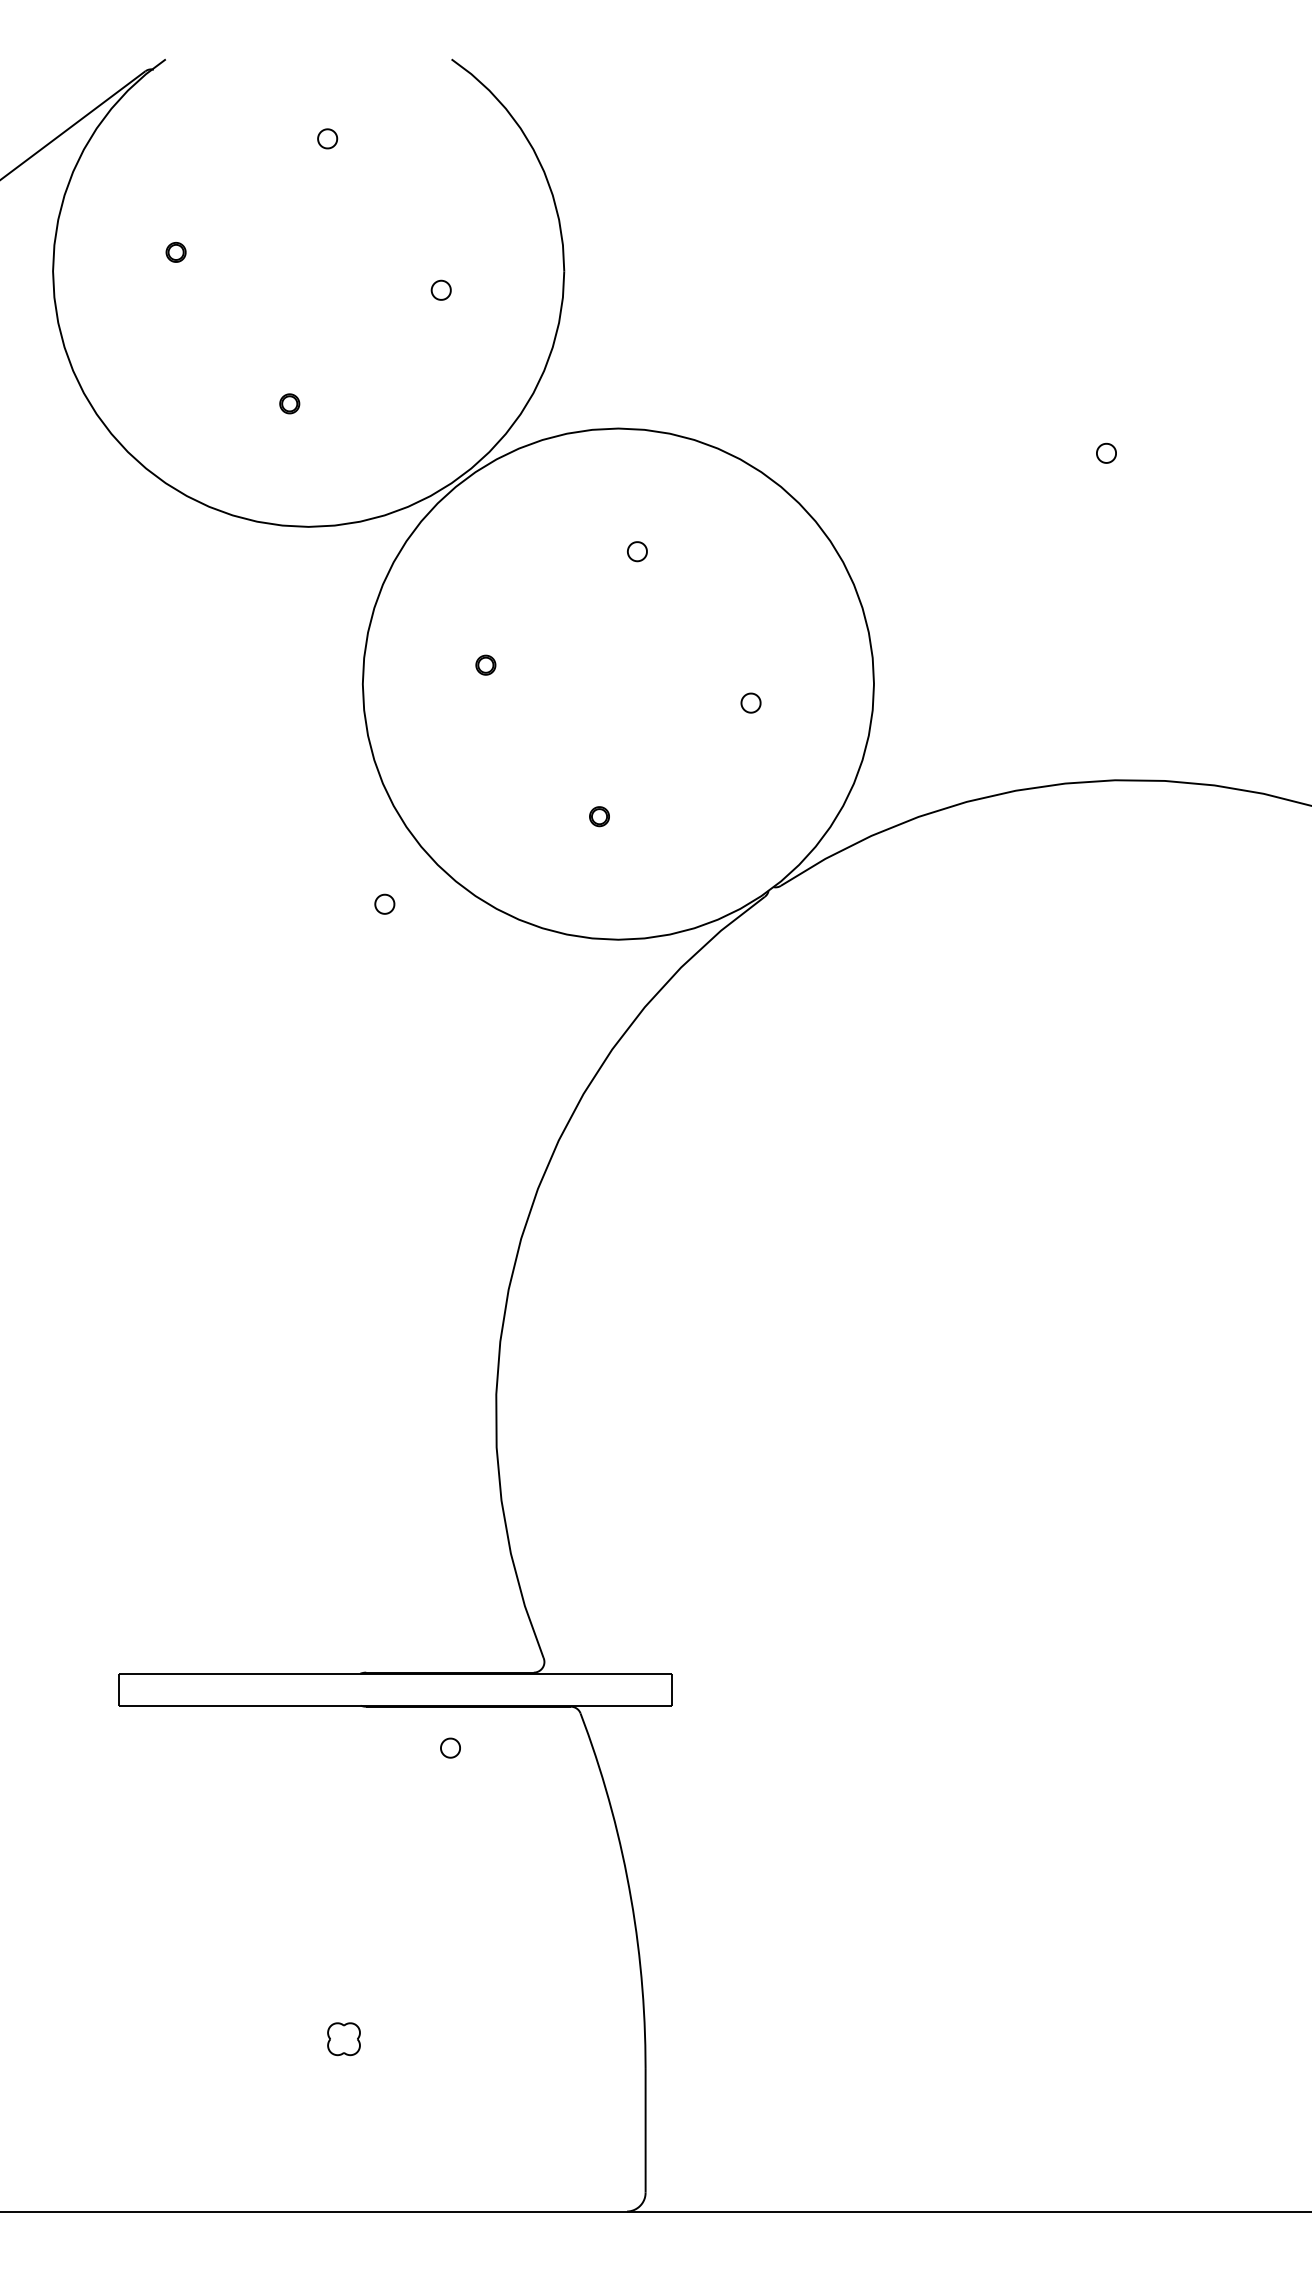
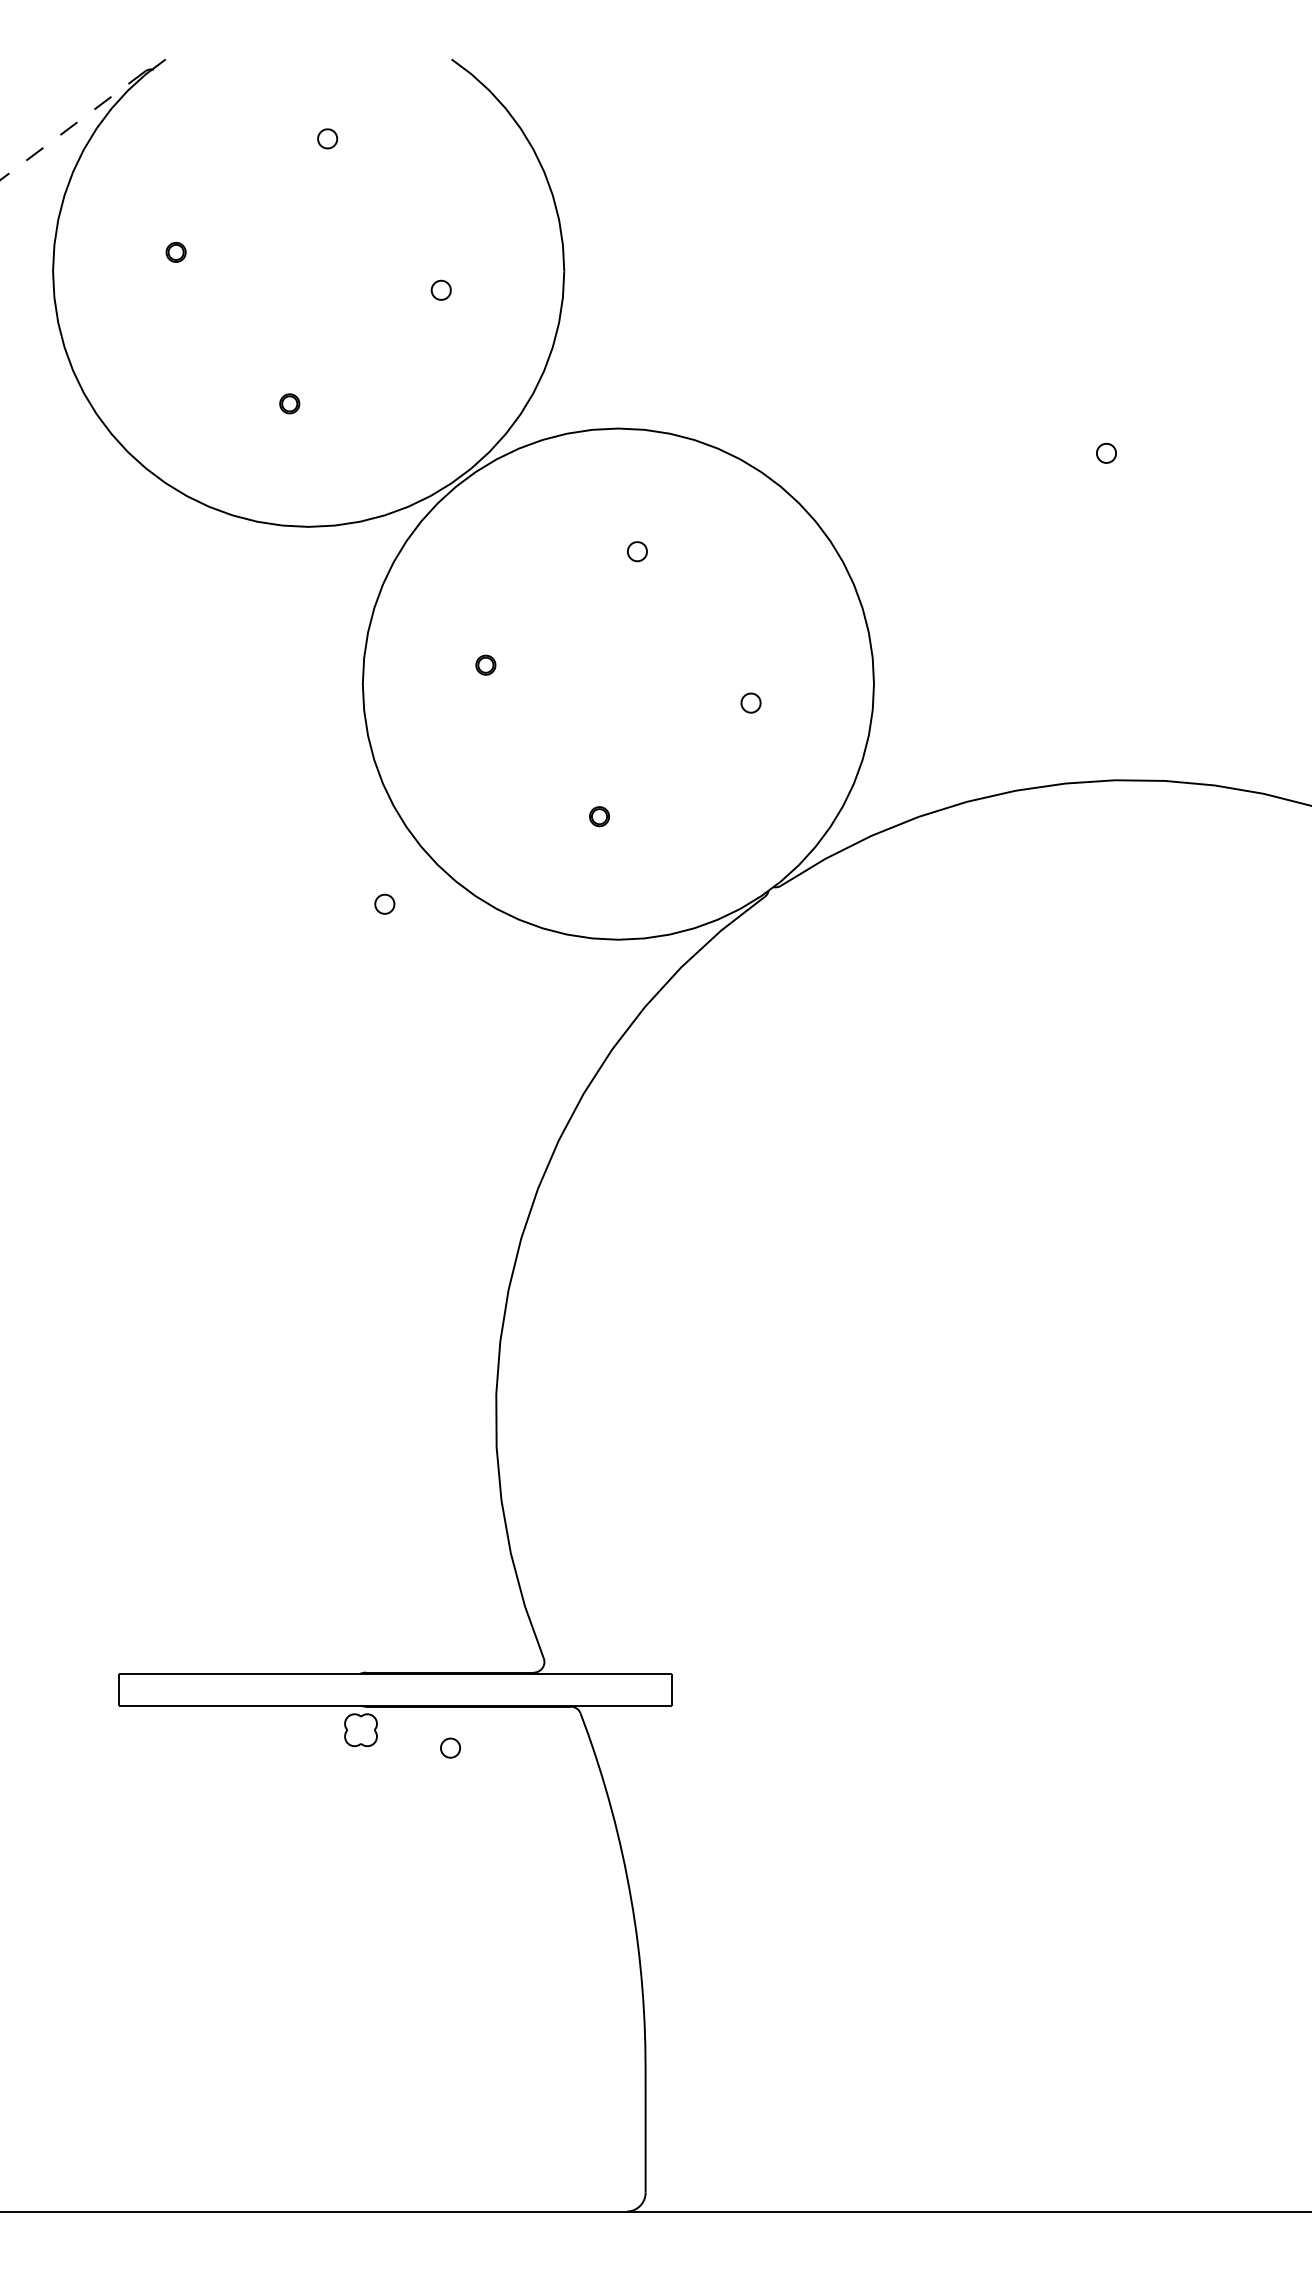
line at (72, 125): solid -> dashed
part at (343, 2039) position: (343, 2039) -> (360, 1730)
